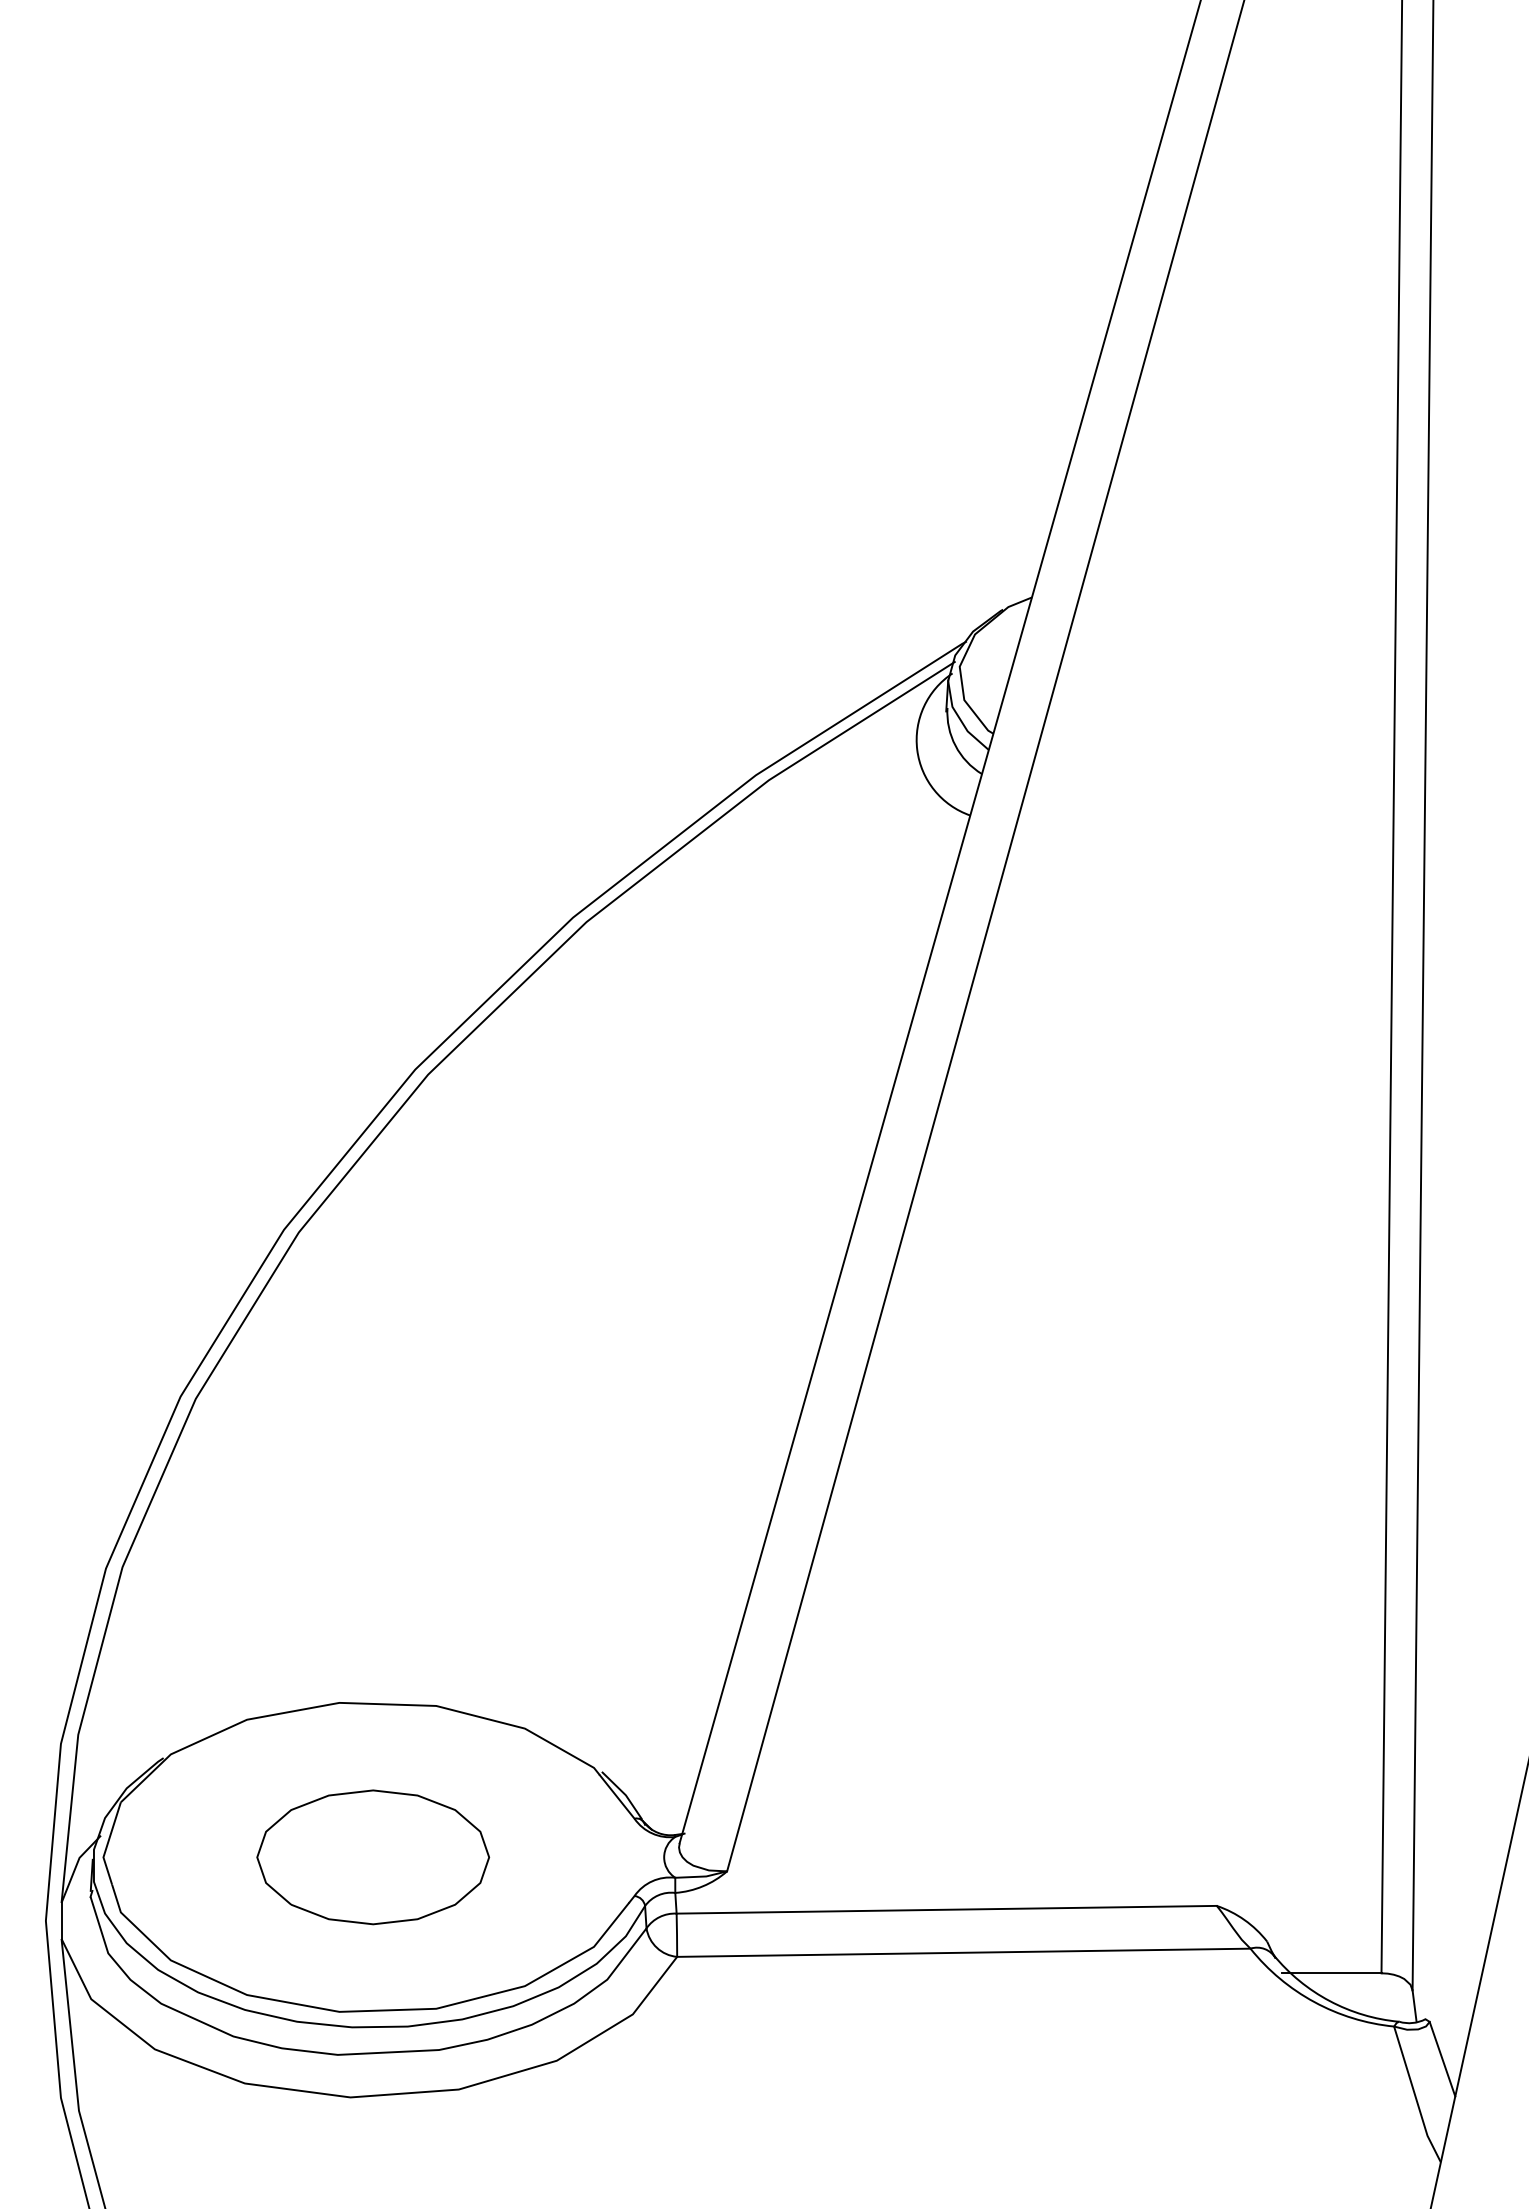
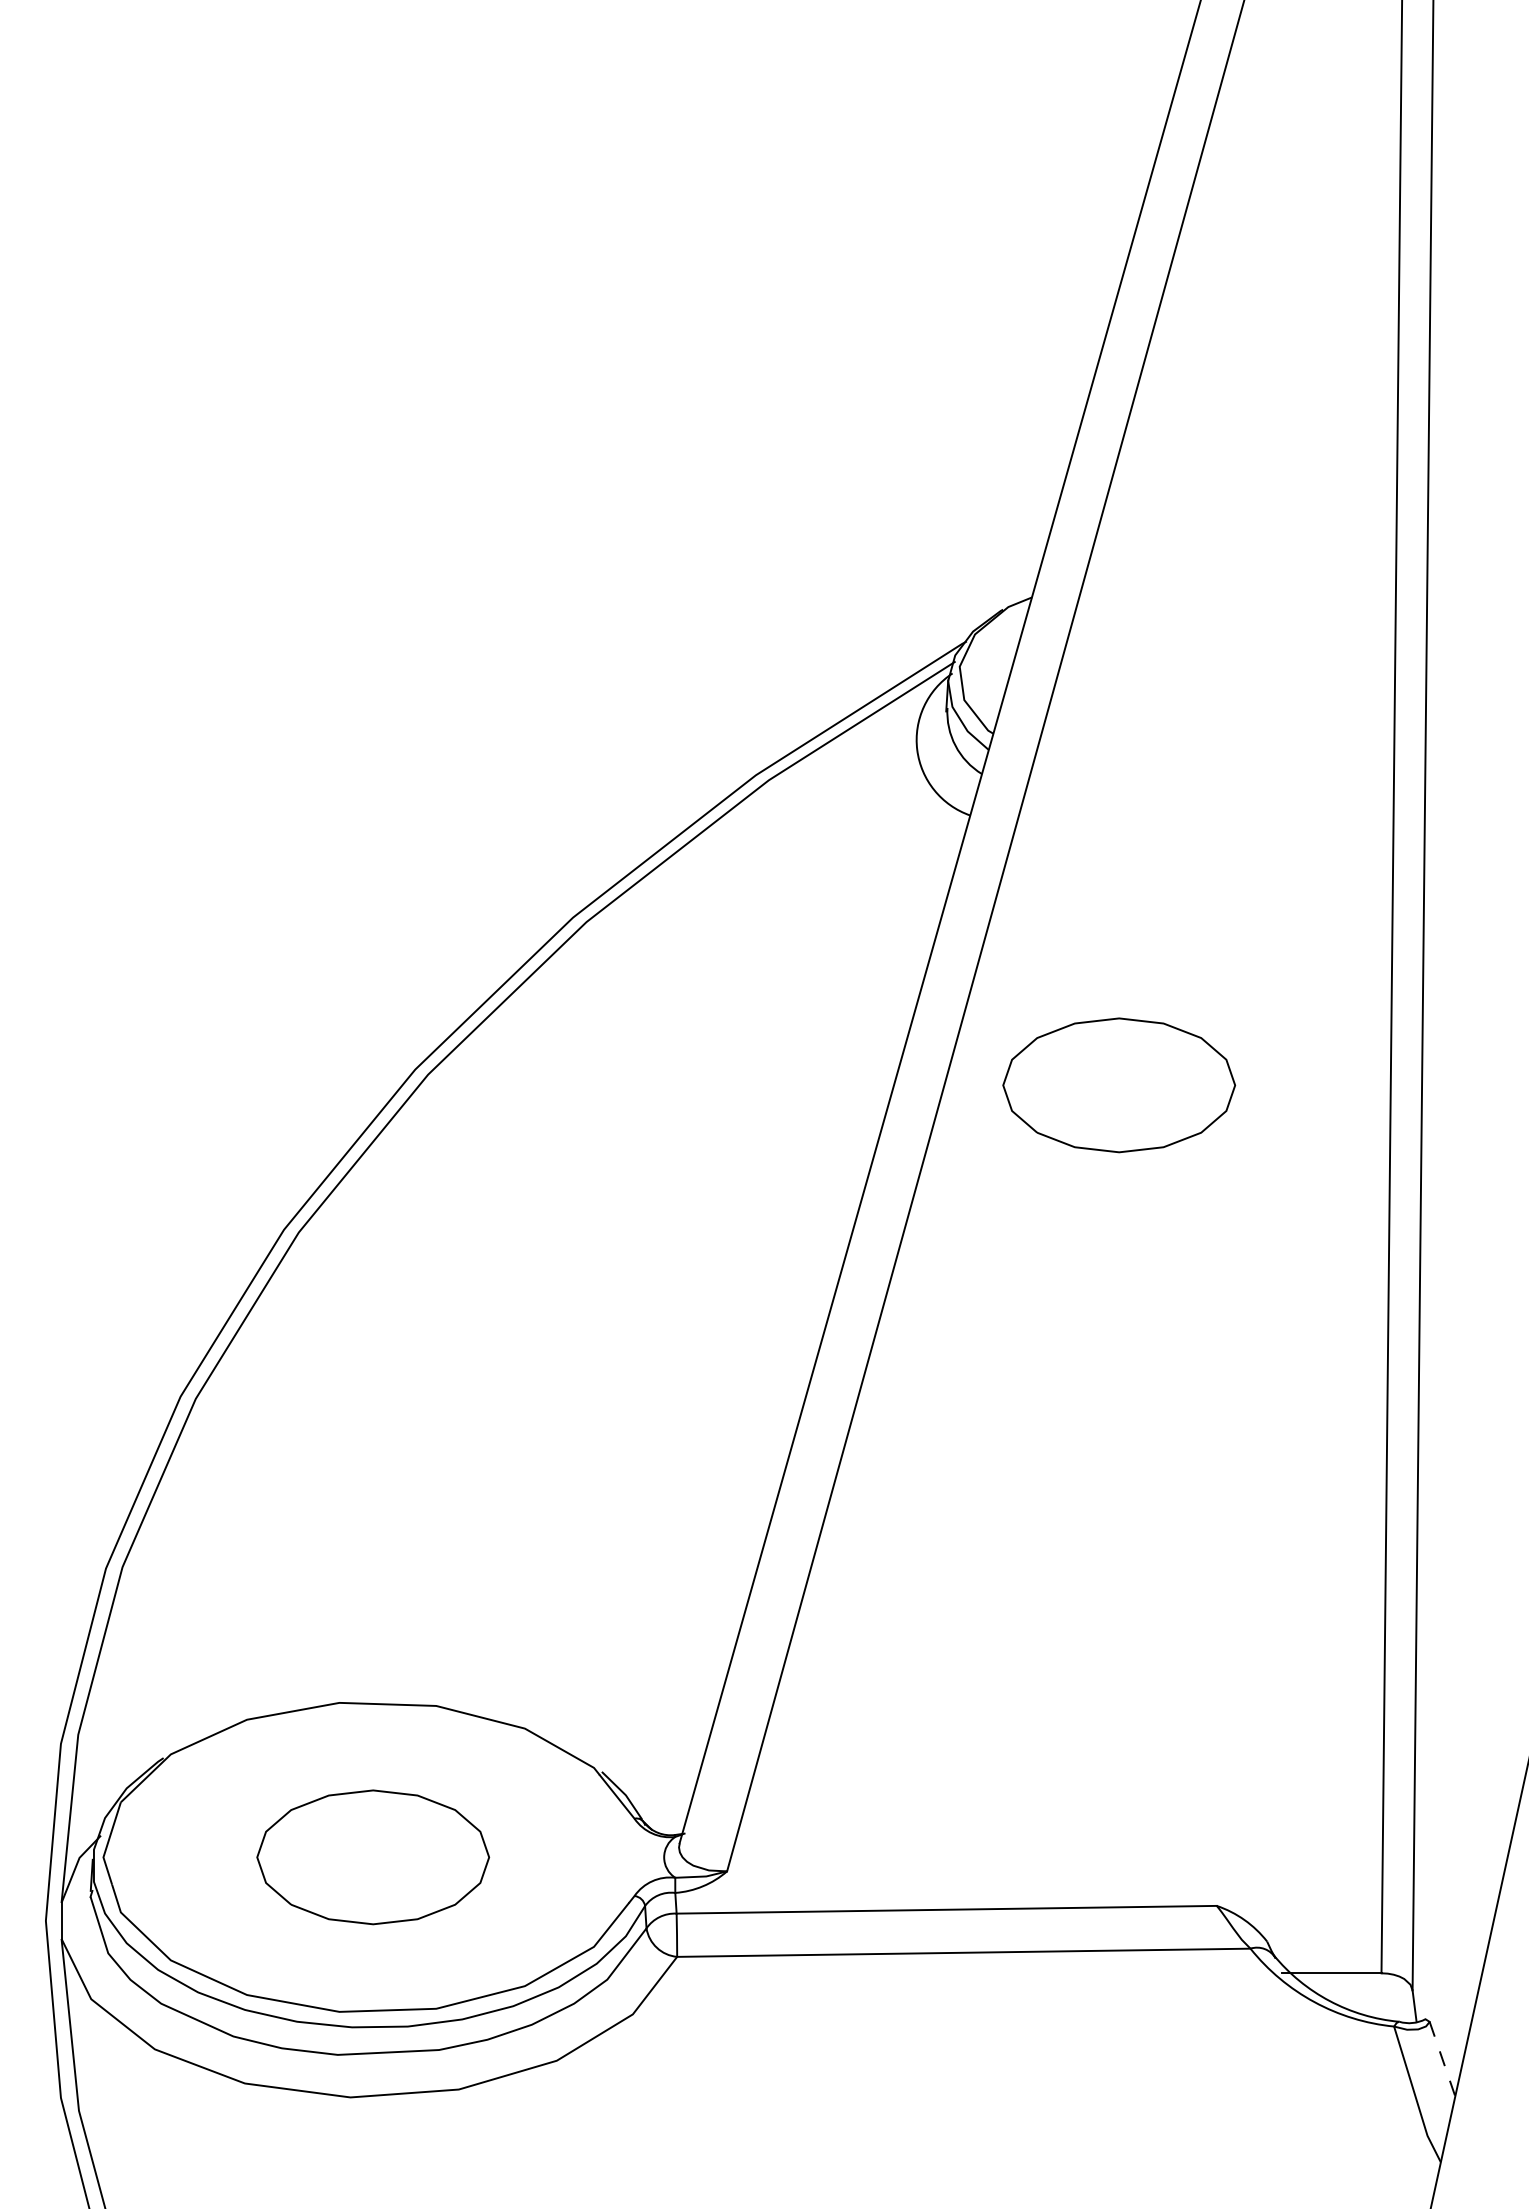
part at (1119, 1085): none -> present
line at (1442, 2059): solid -> dashed
